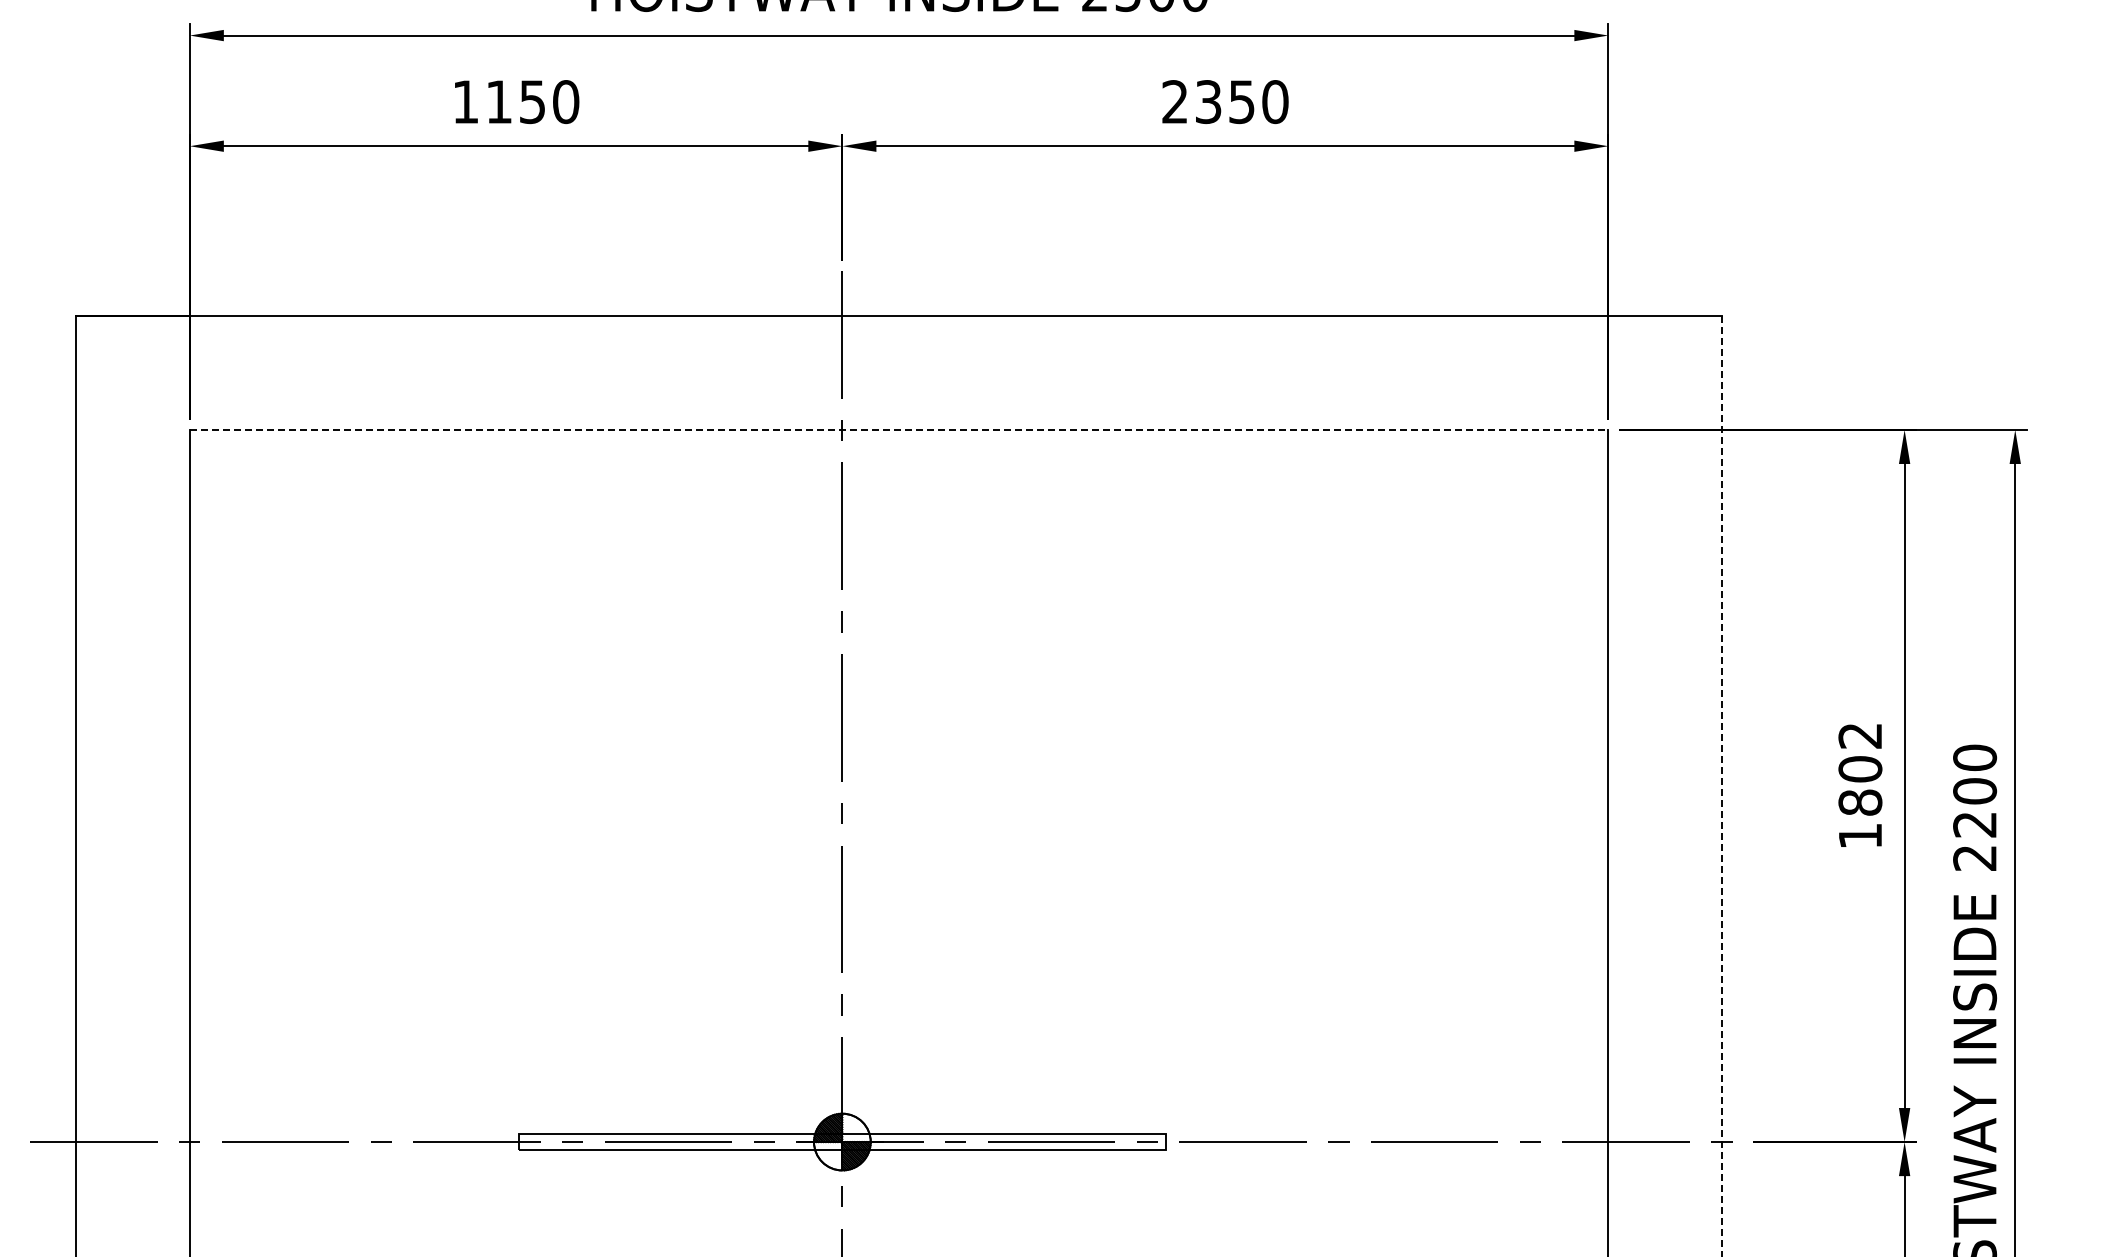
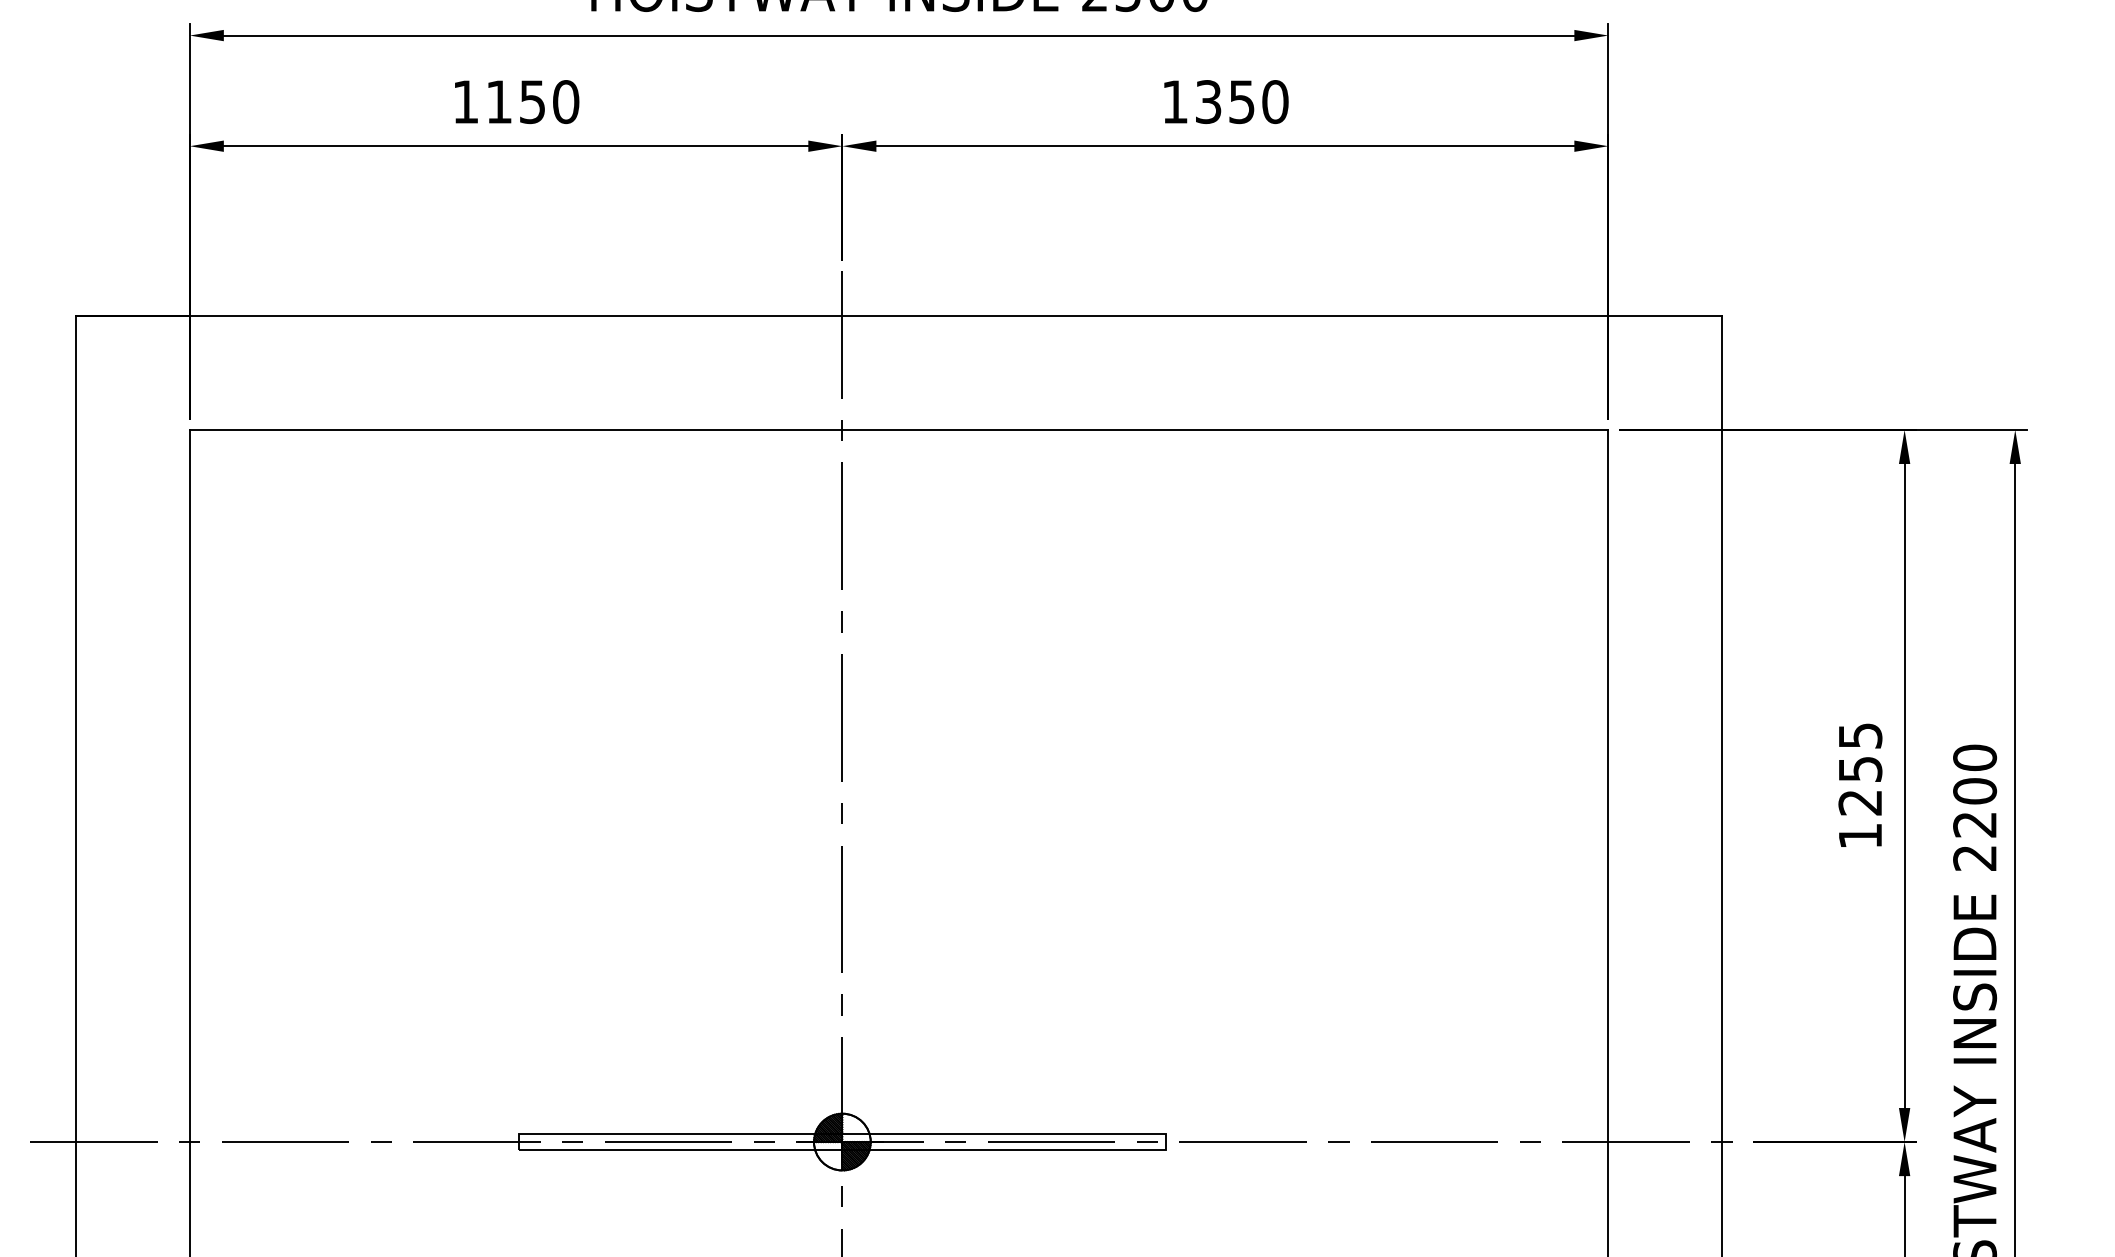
text at (1174, 101): 2350 -> 1350
line at (899, 429): dashed -> solid
text at (1860, 769): 1802 -> 1255
line at (1721, 786): dashed -> solid
